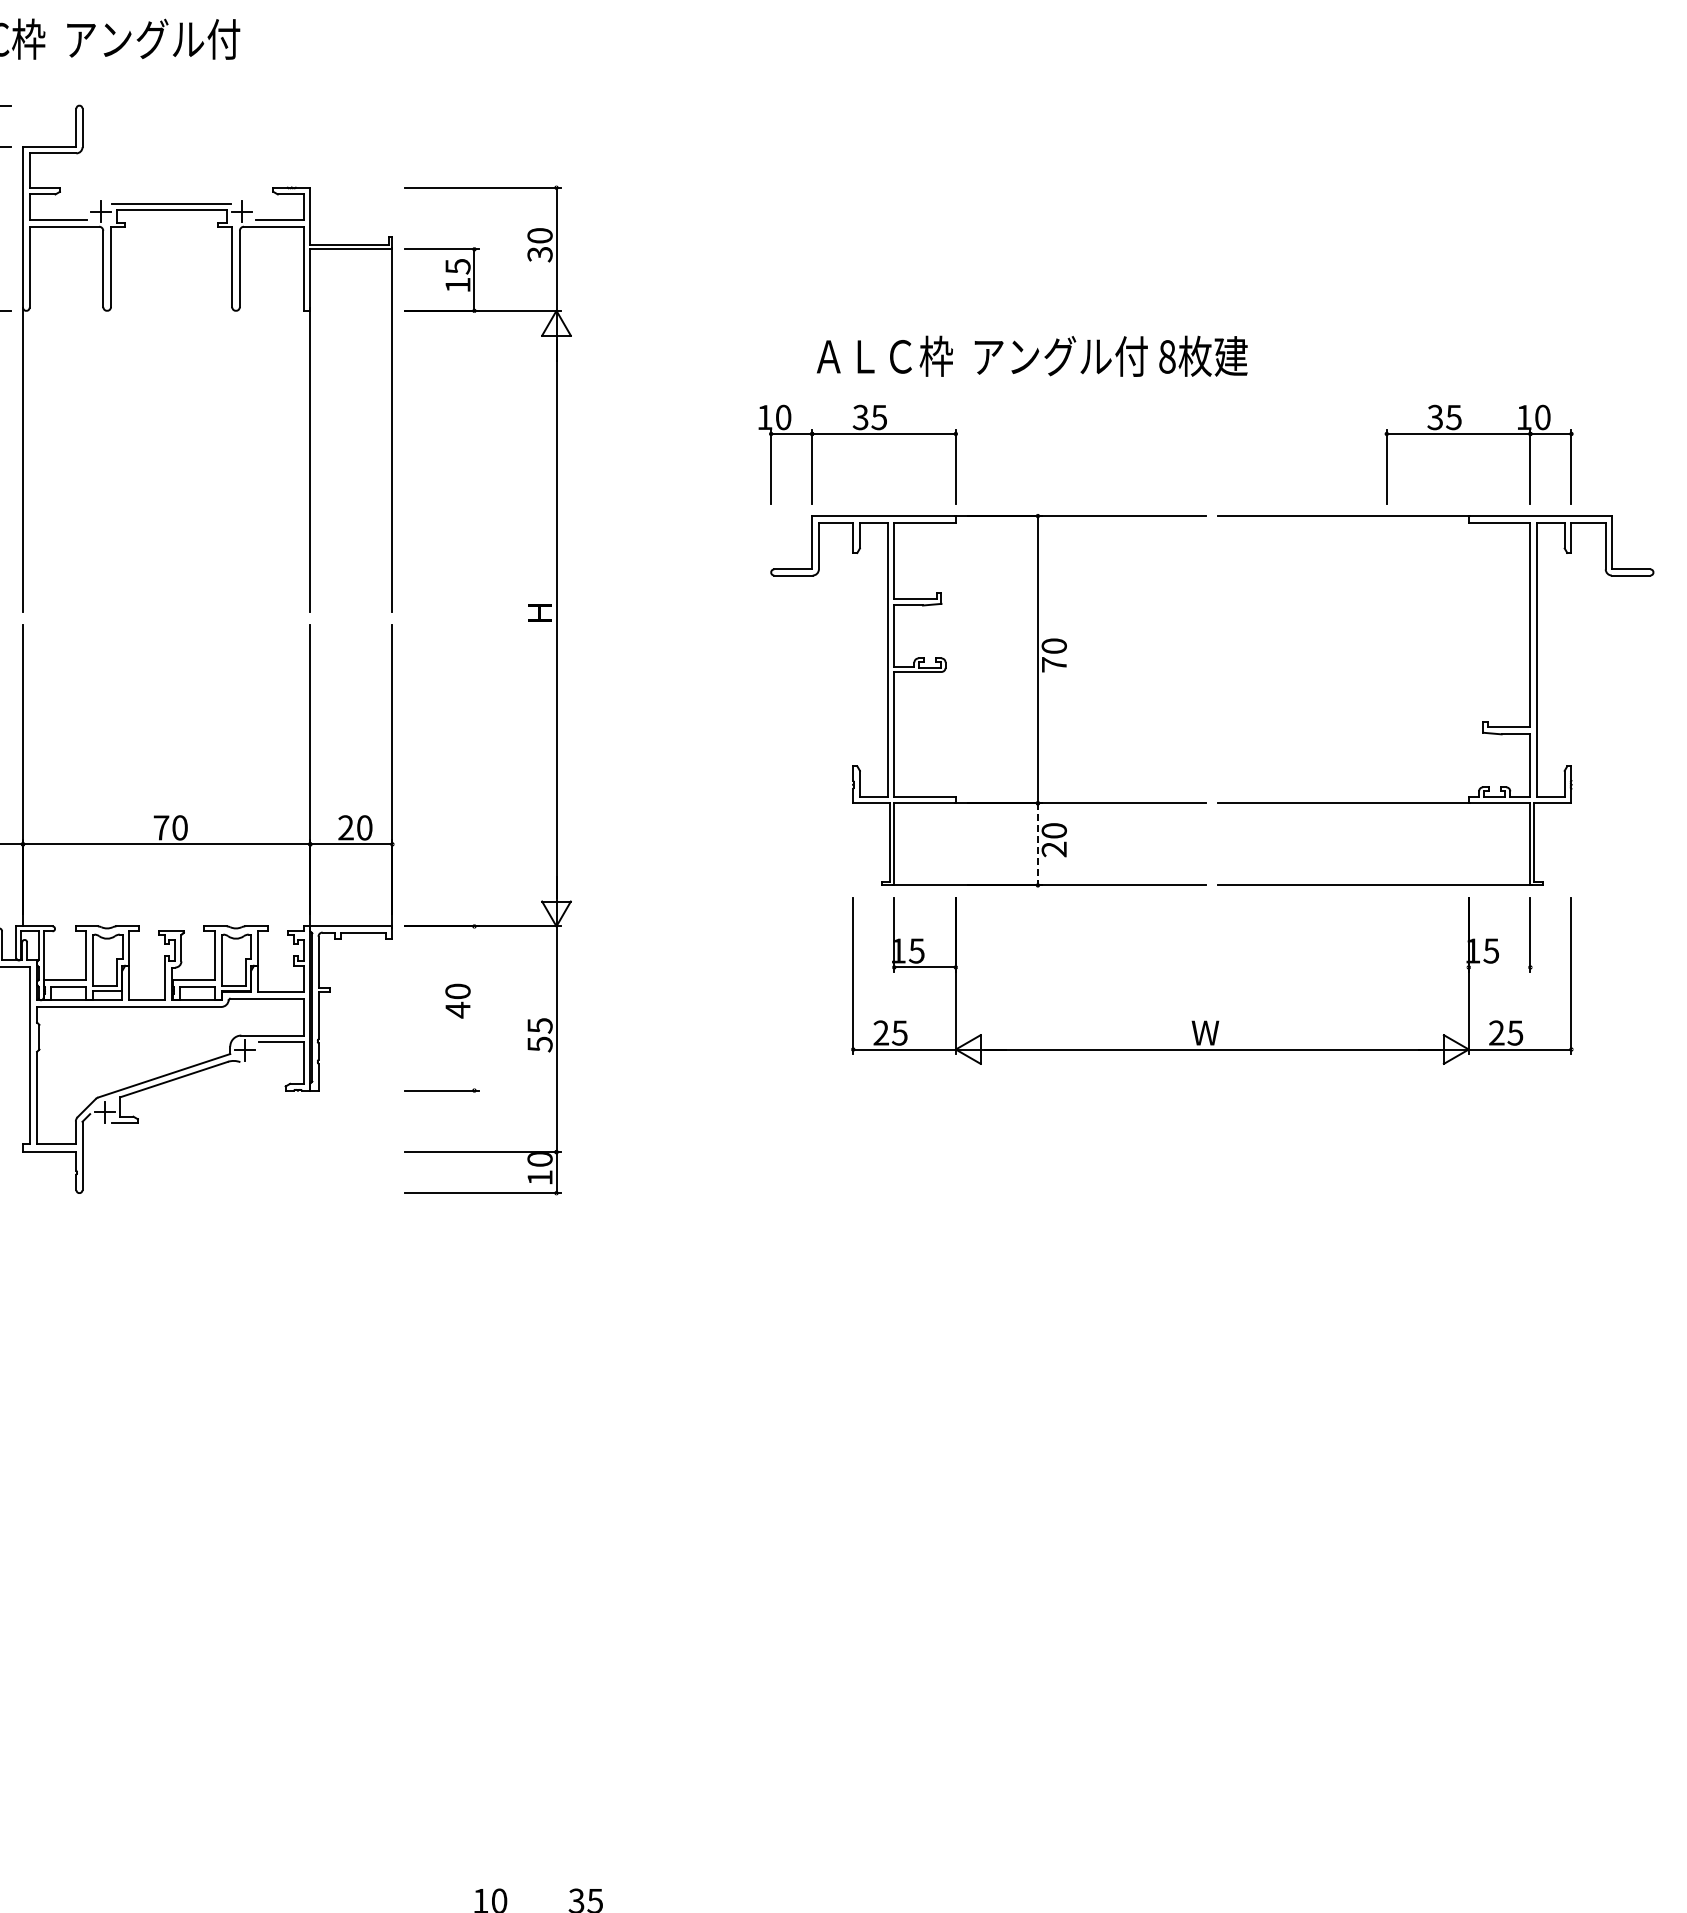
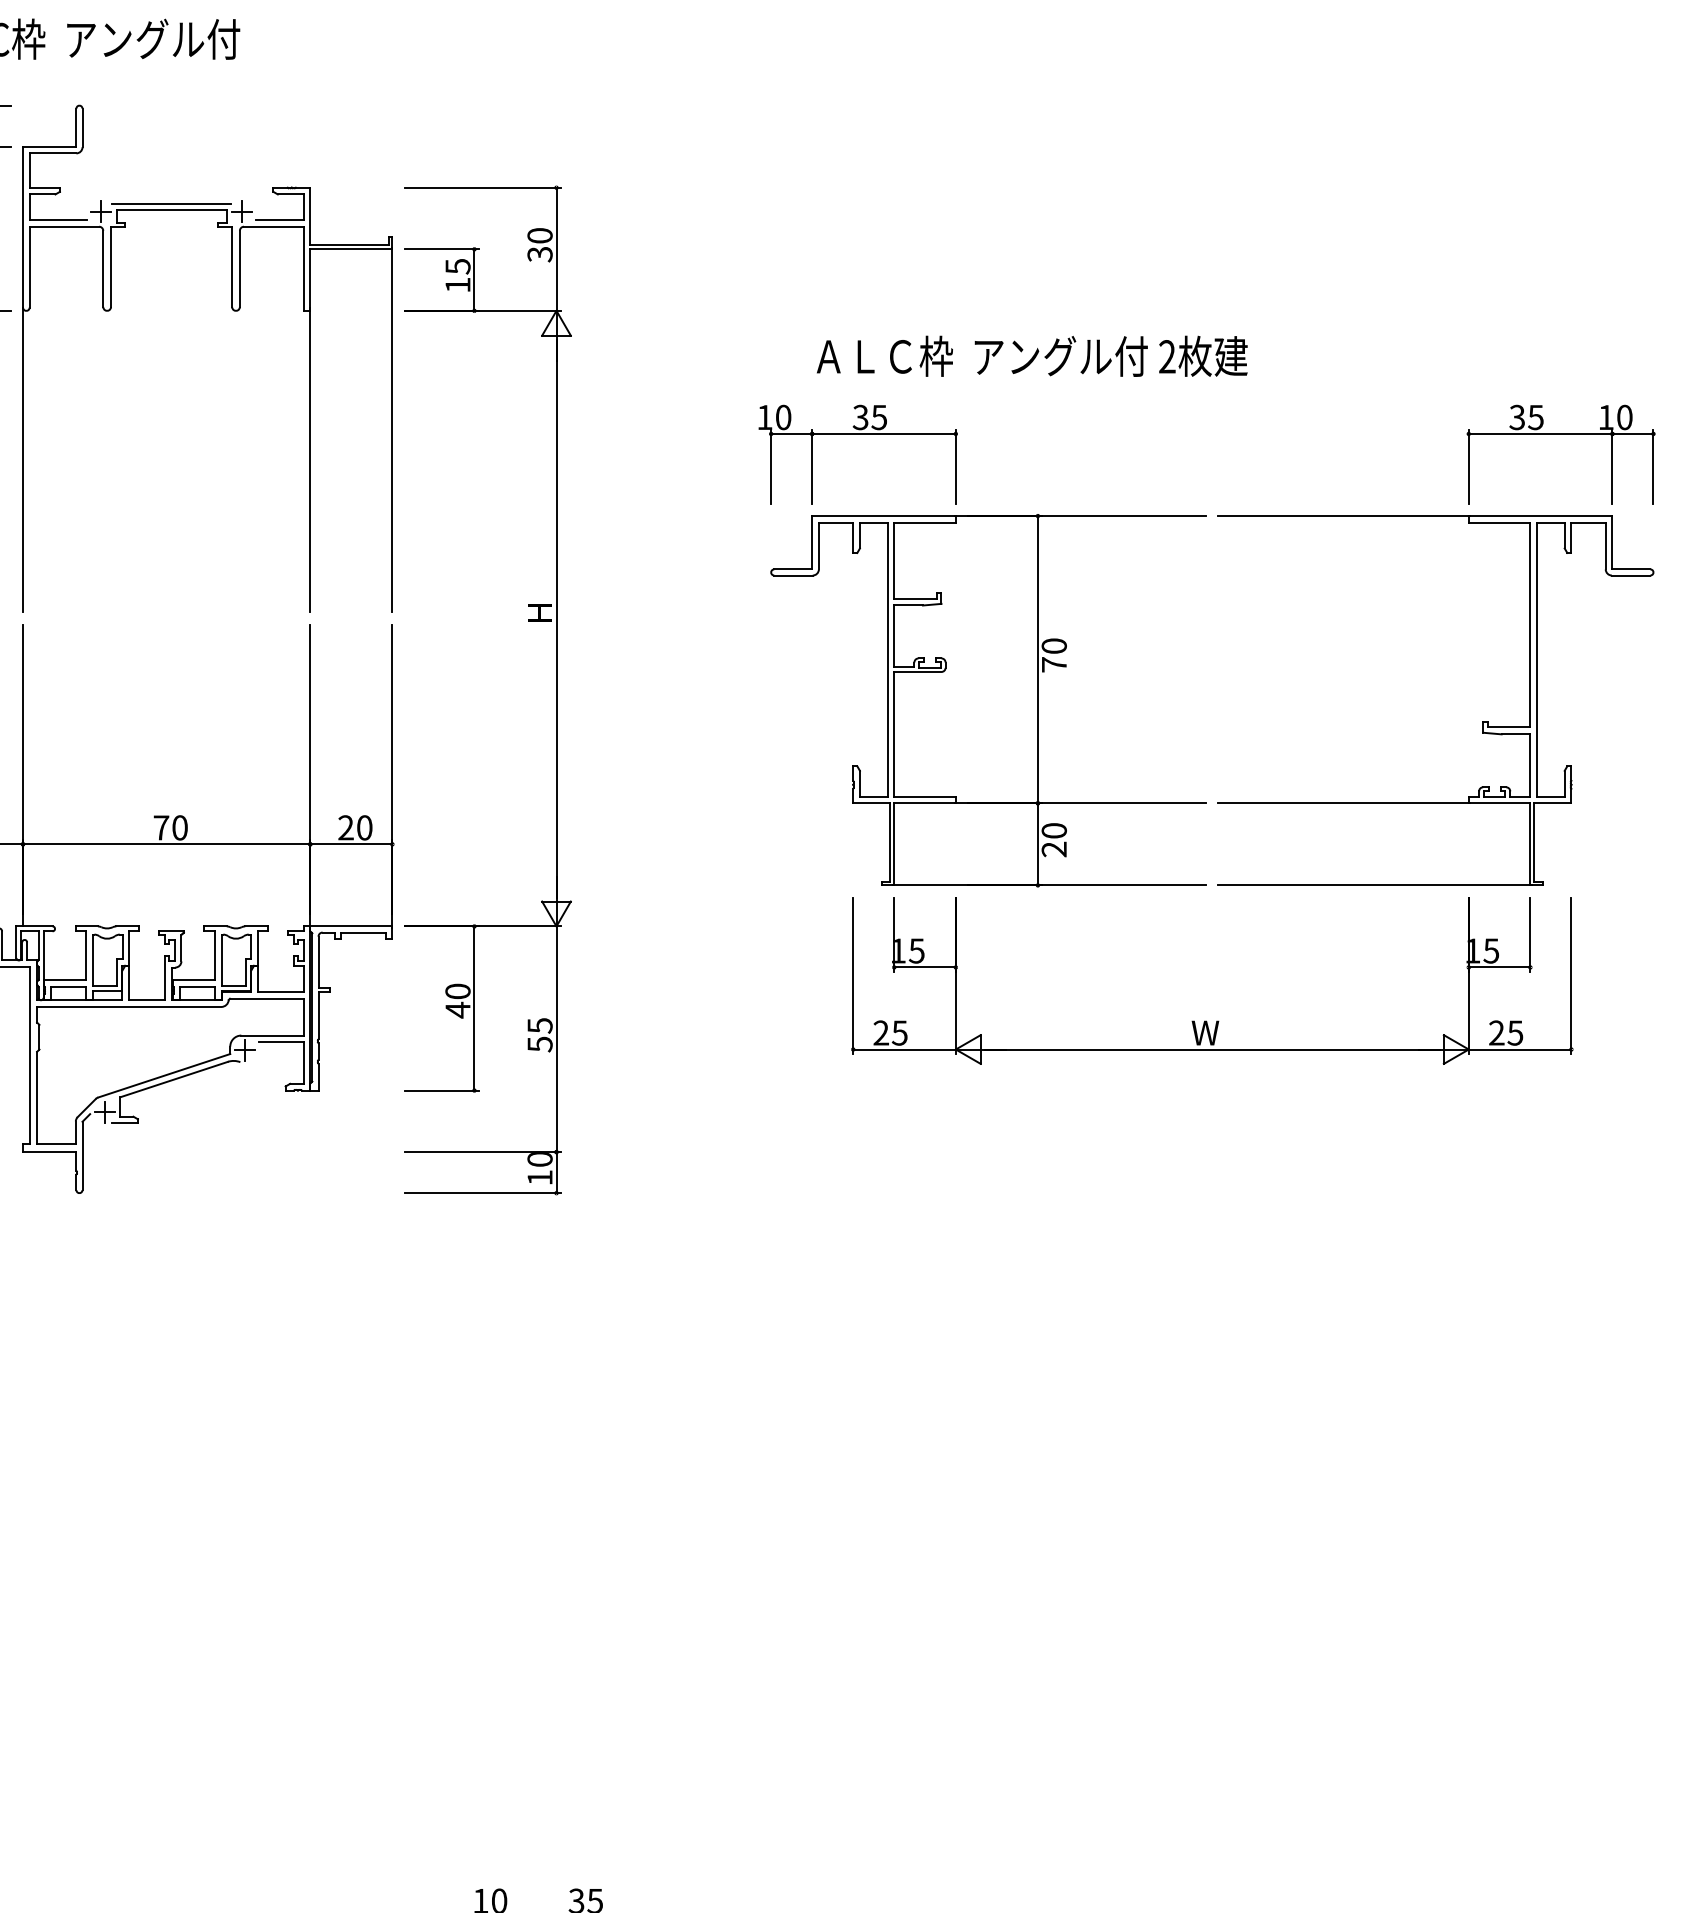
text at (1167, 356): 8 -> 2
part at (1478, 434) position: (1478, 434) -> (1560, 434)
line at (1037, 844): dashed -> solid
line at (1499, 967): none -> present
line at (474, 1008): none -> present
